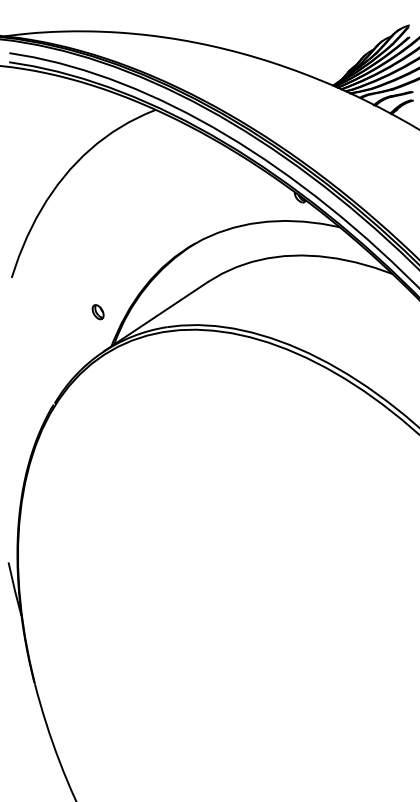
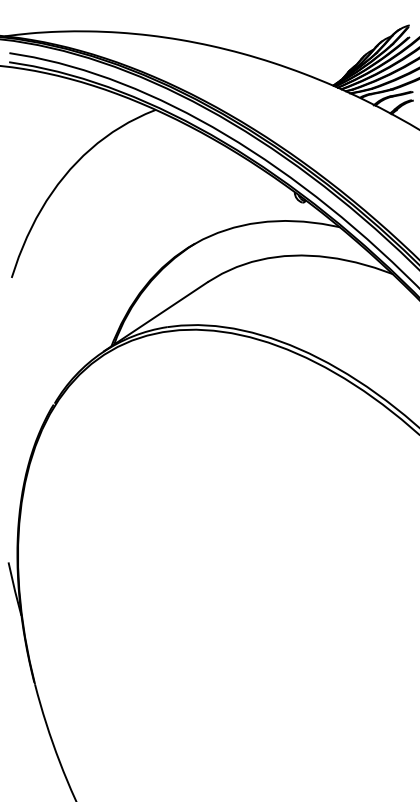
part at (97, 312): present -> none
